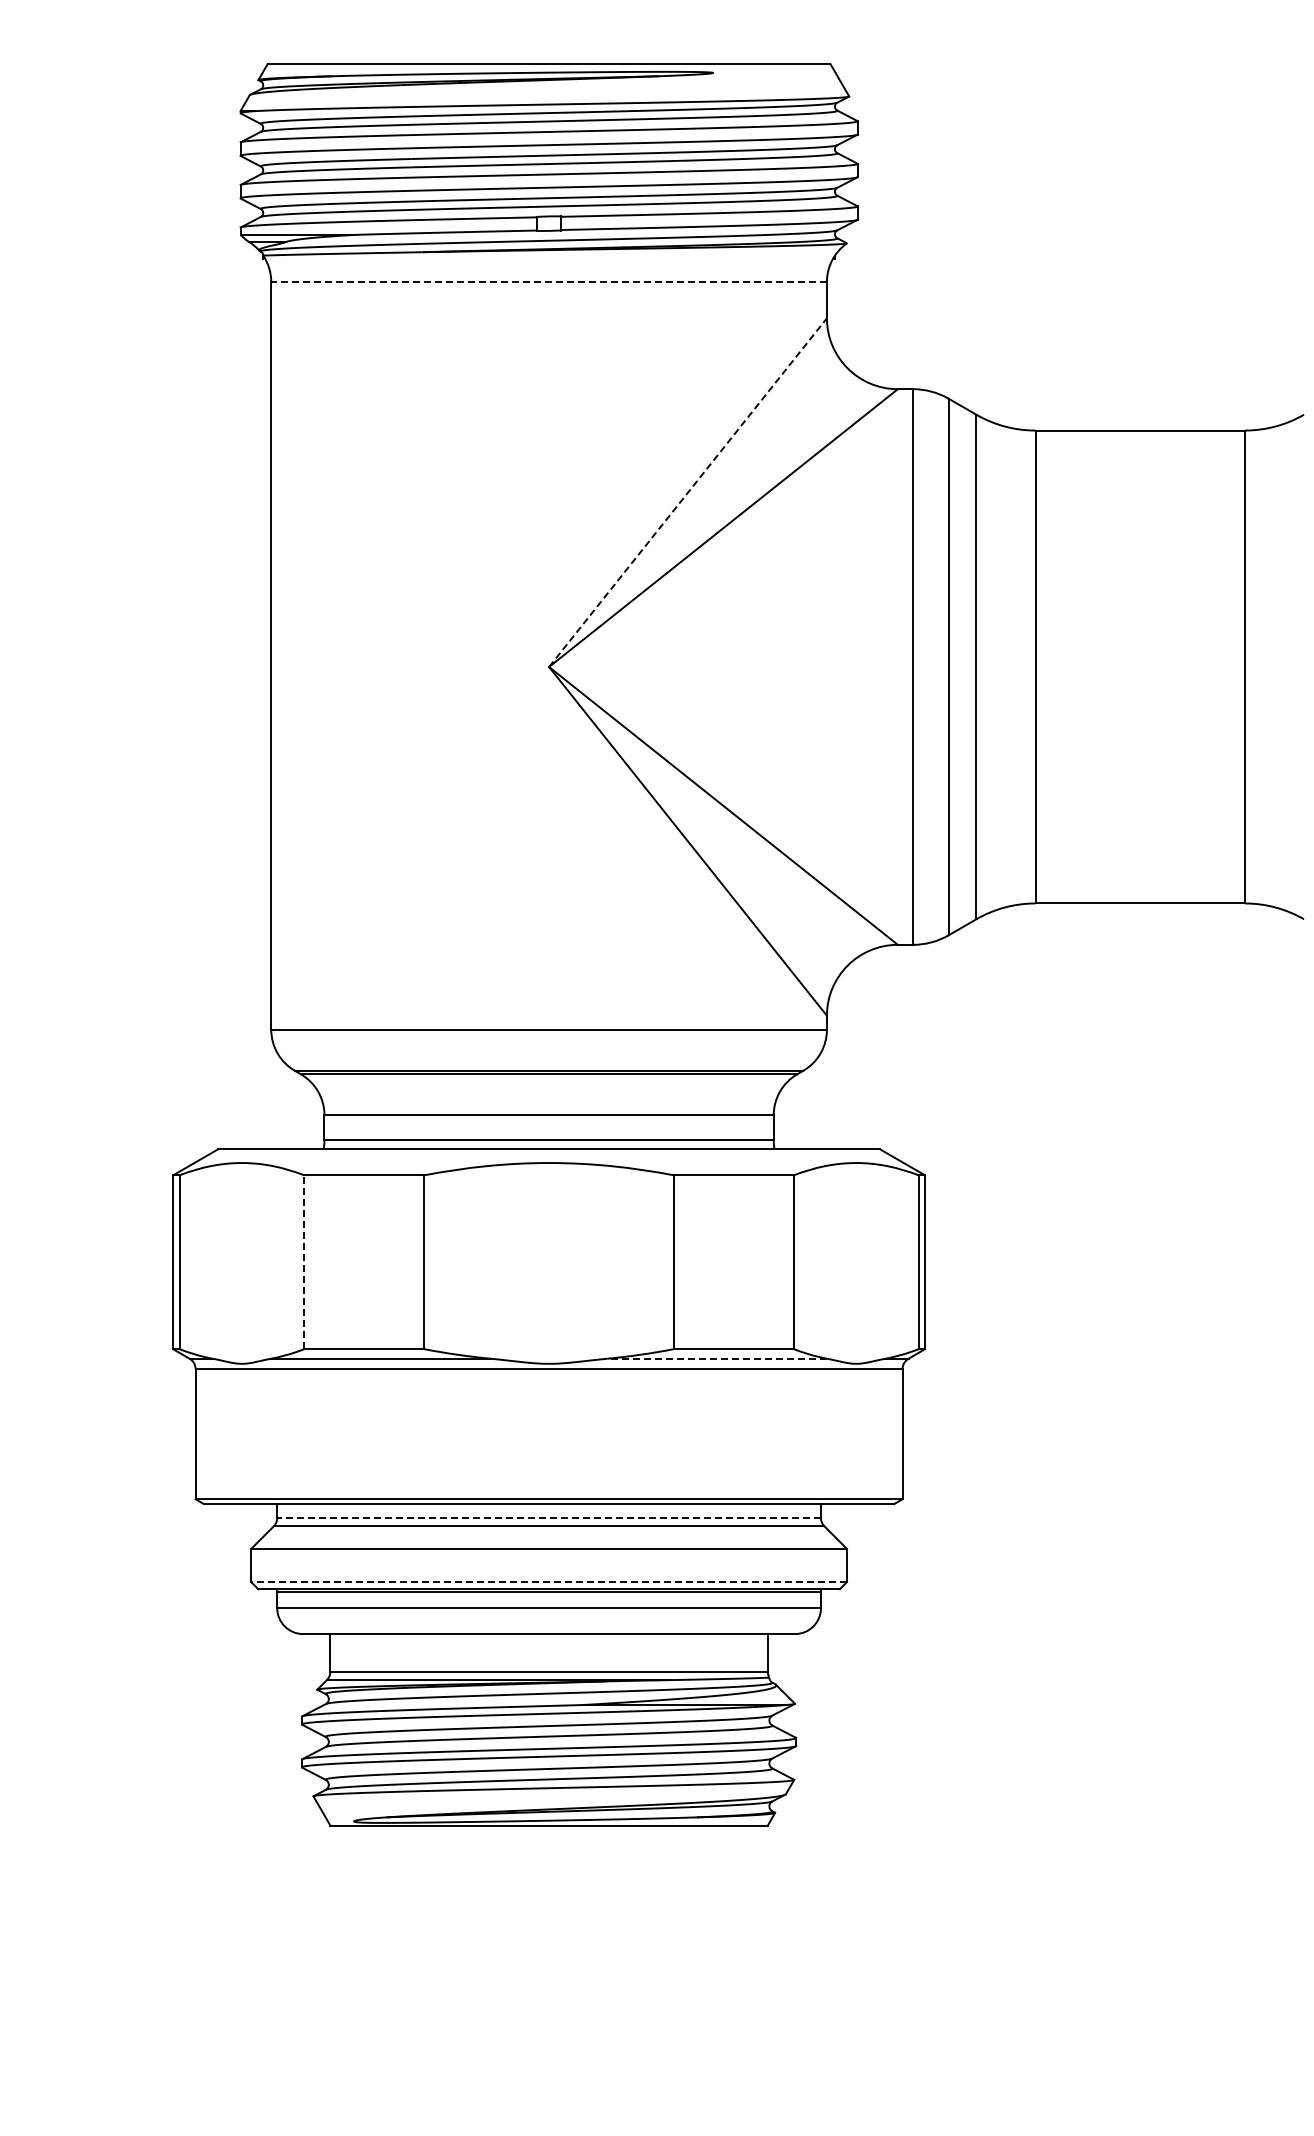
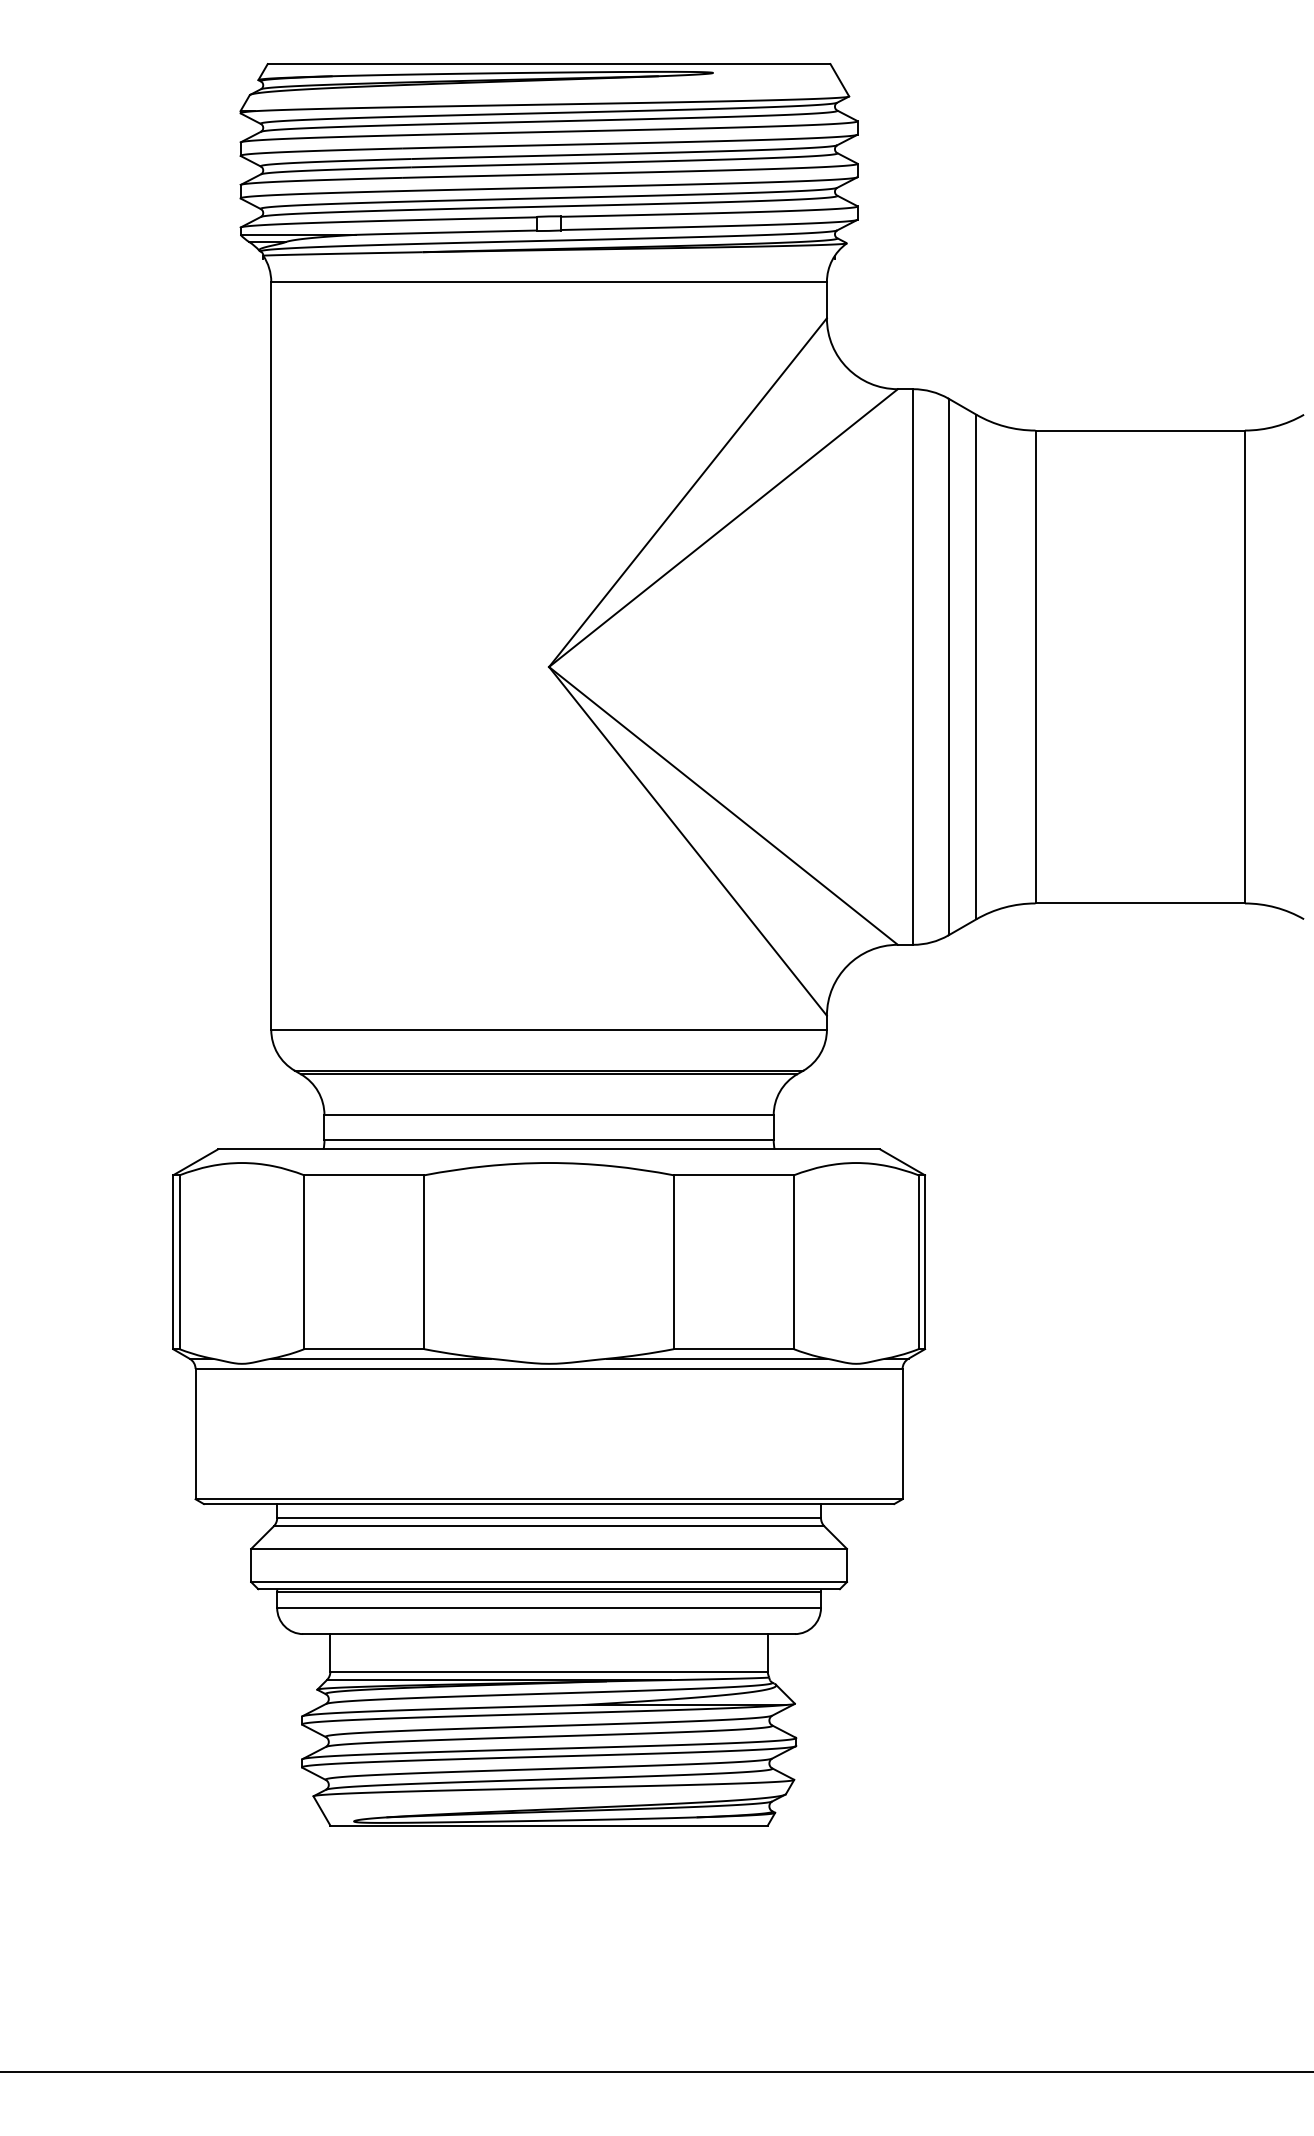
line at (549, 282): dashed -> solid
line at (688, 492): dashed -> solid
line at (304, 1262): dashed -> solid
line at (717, 1358): dashed -> solid
line at (549, 1518): dashed -> solid
line at (549, 1582): dashed -> solid
line at (656, 2071): none -> present
